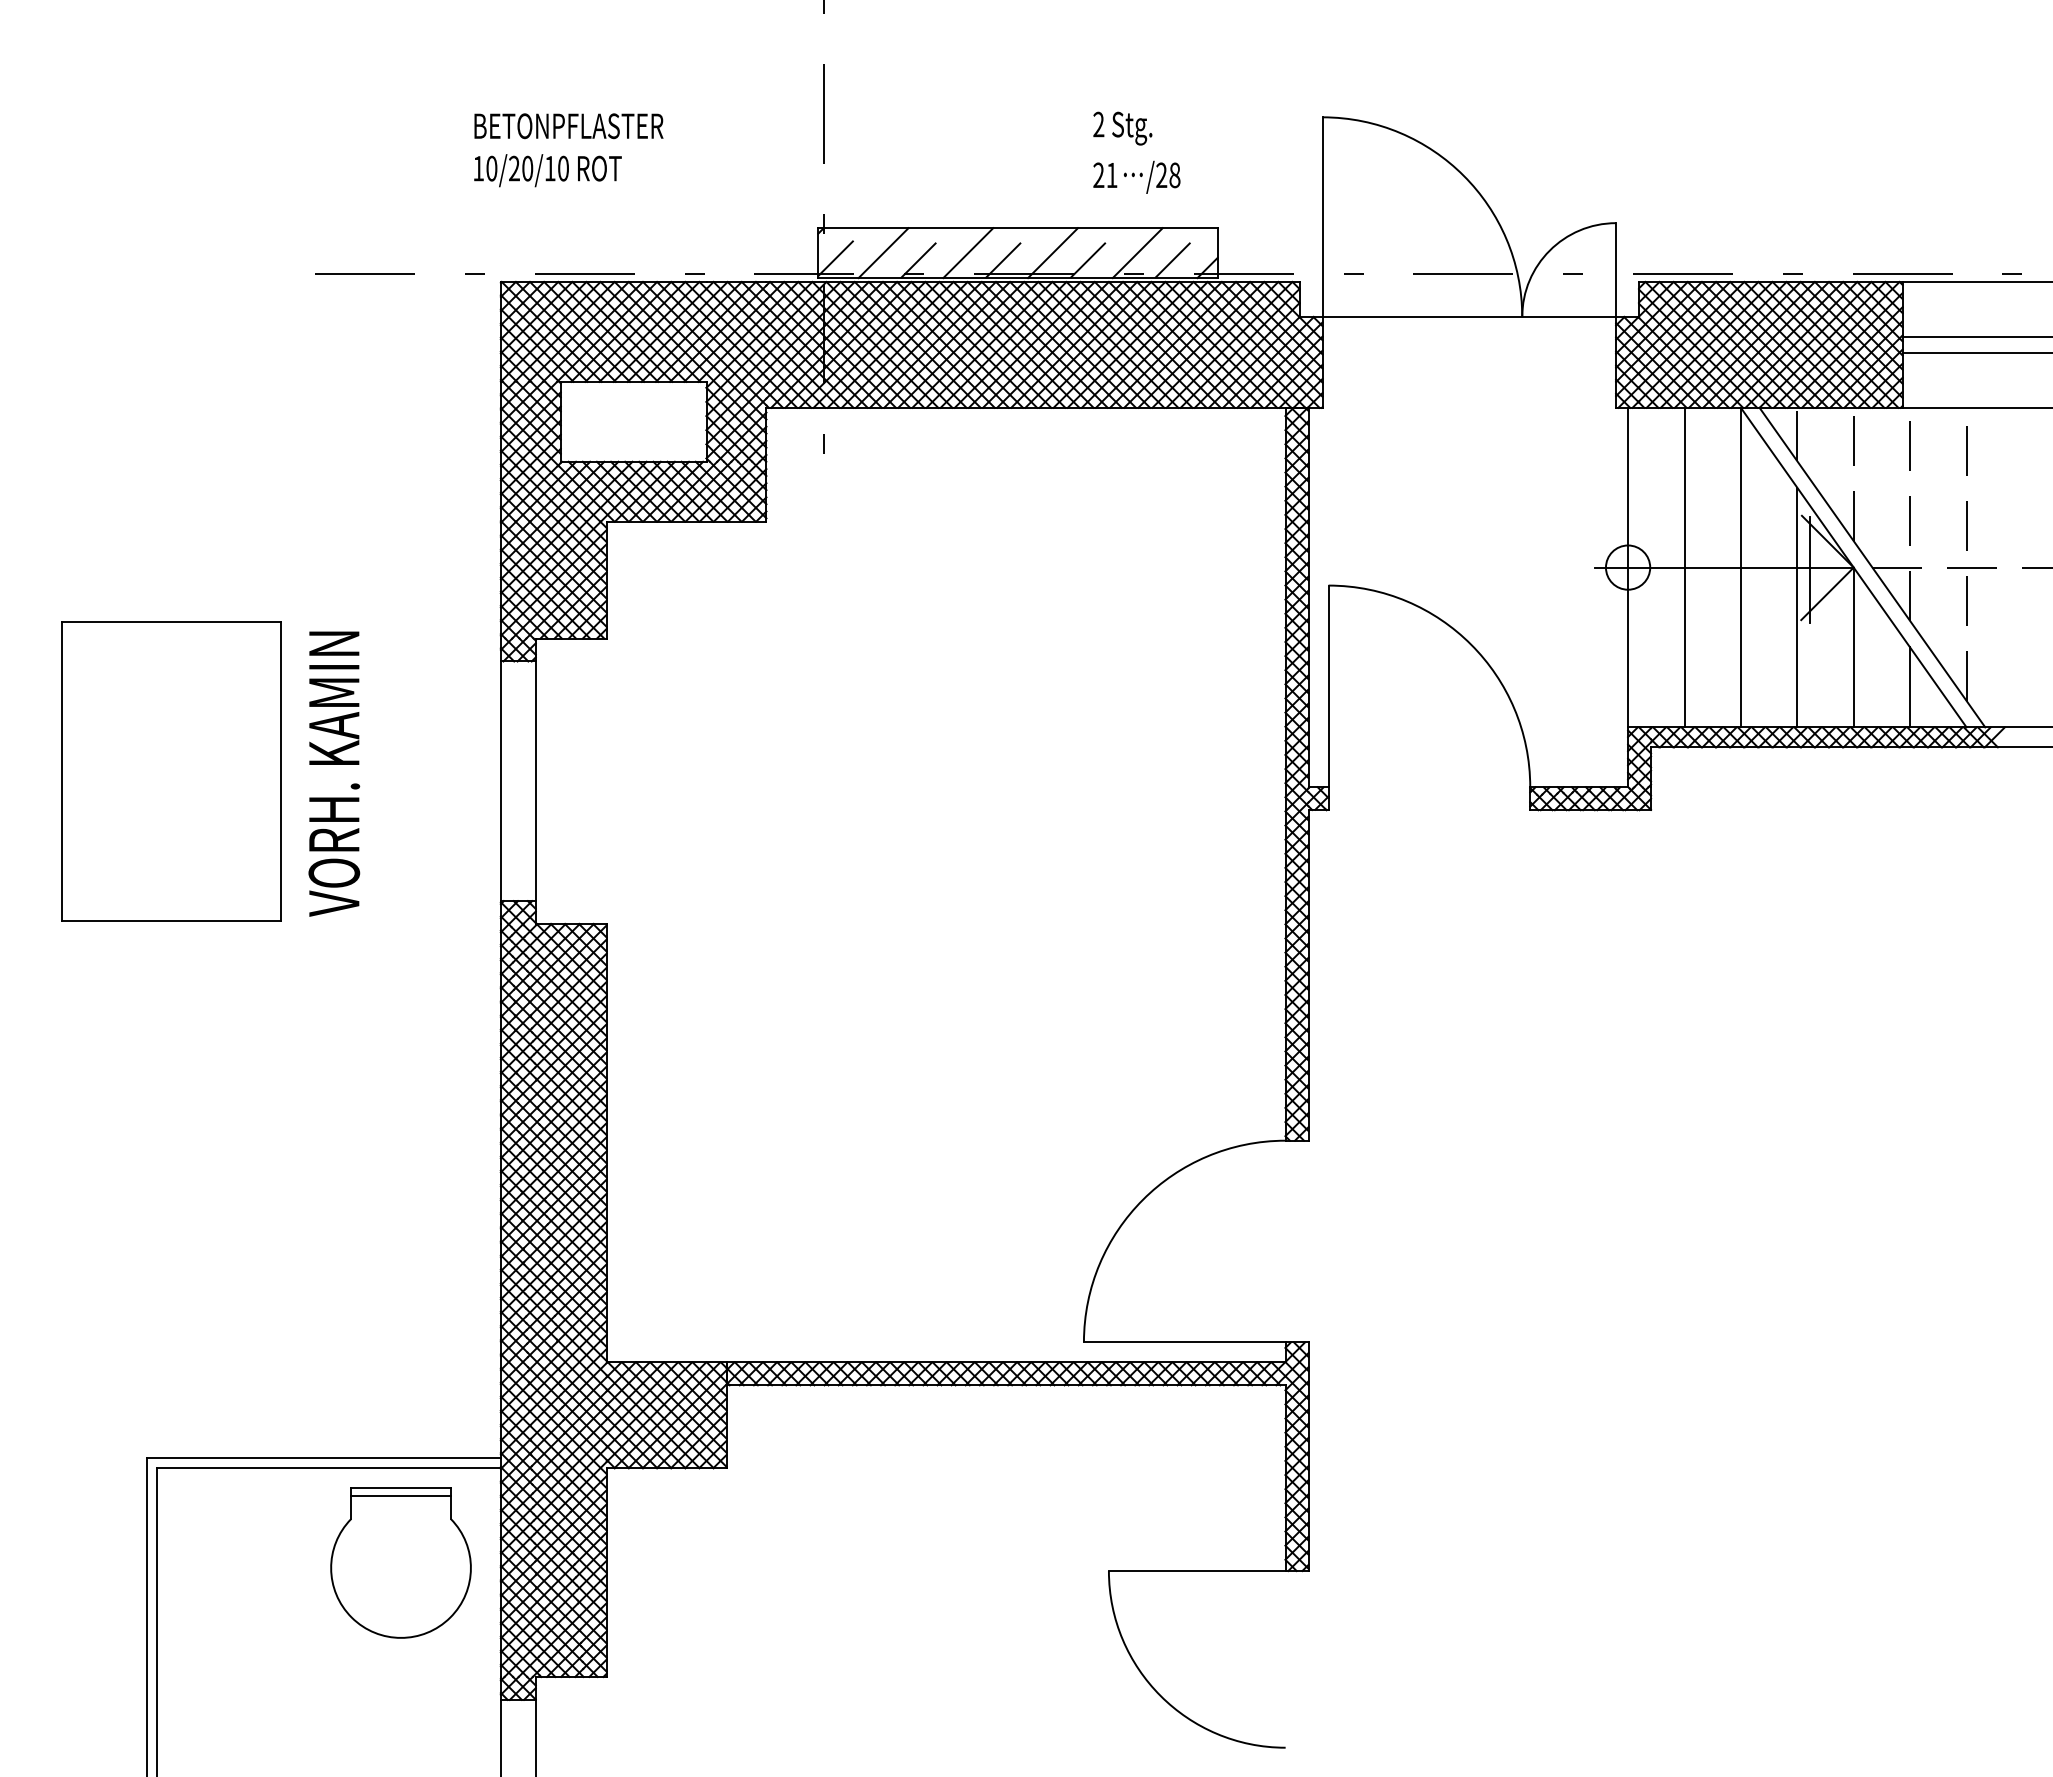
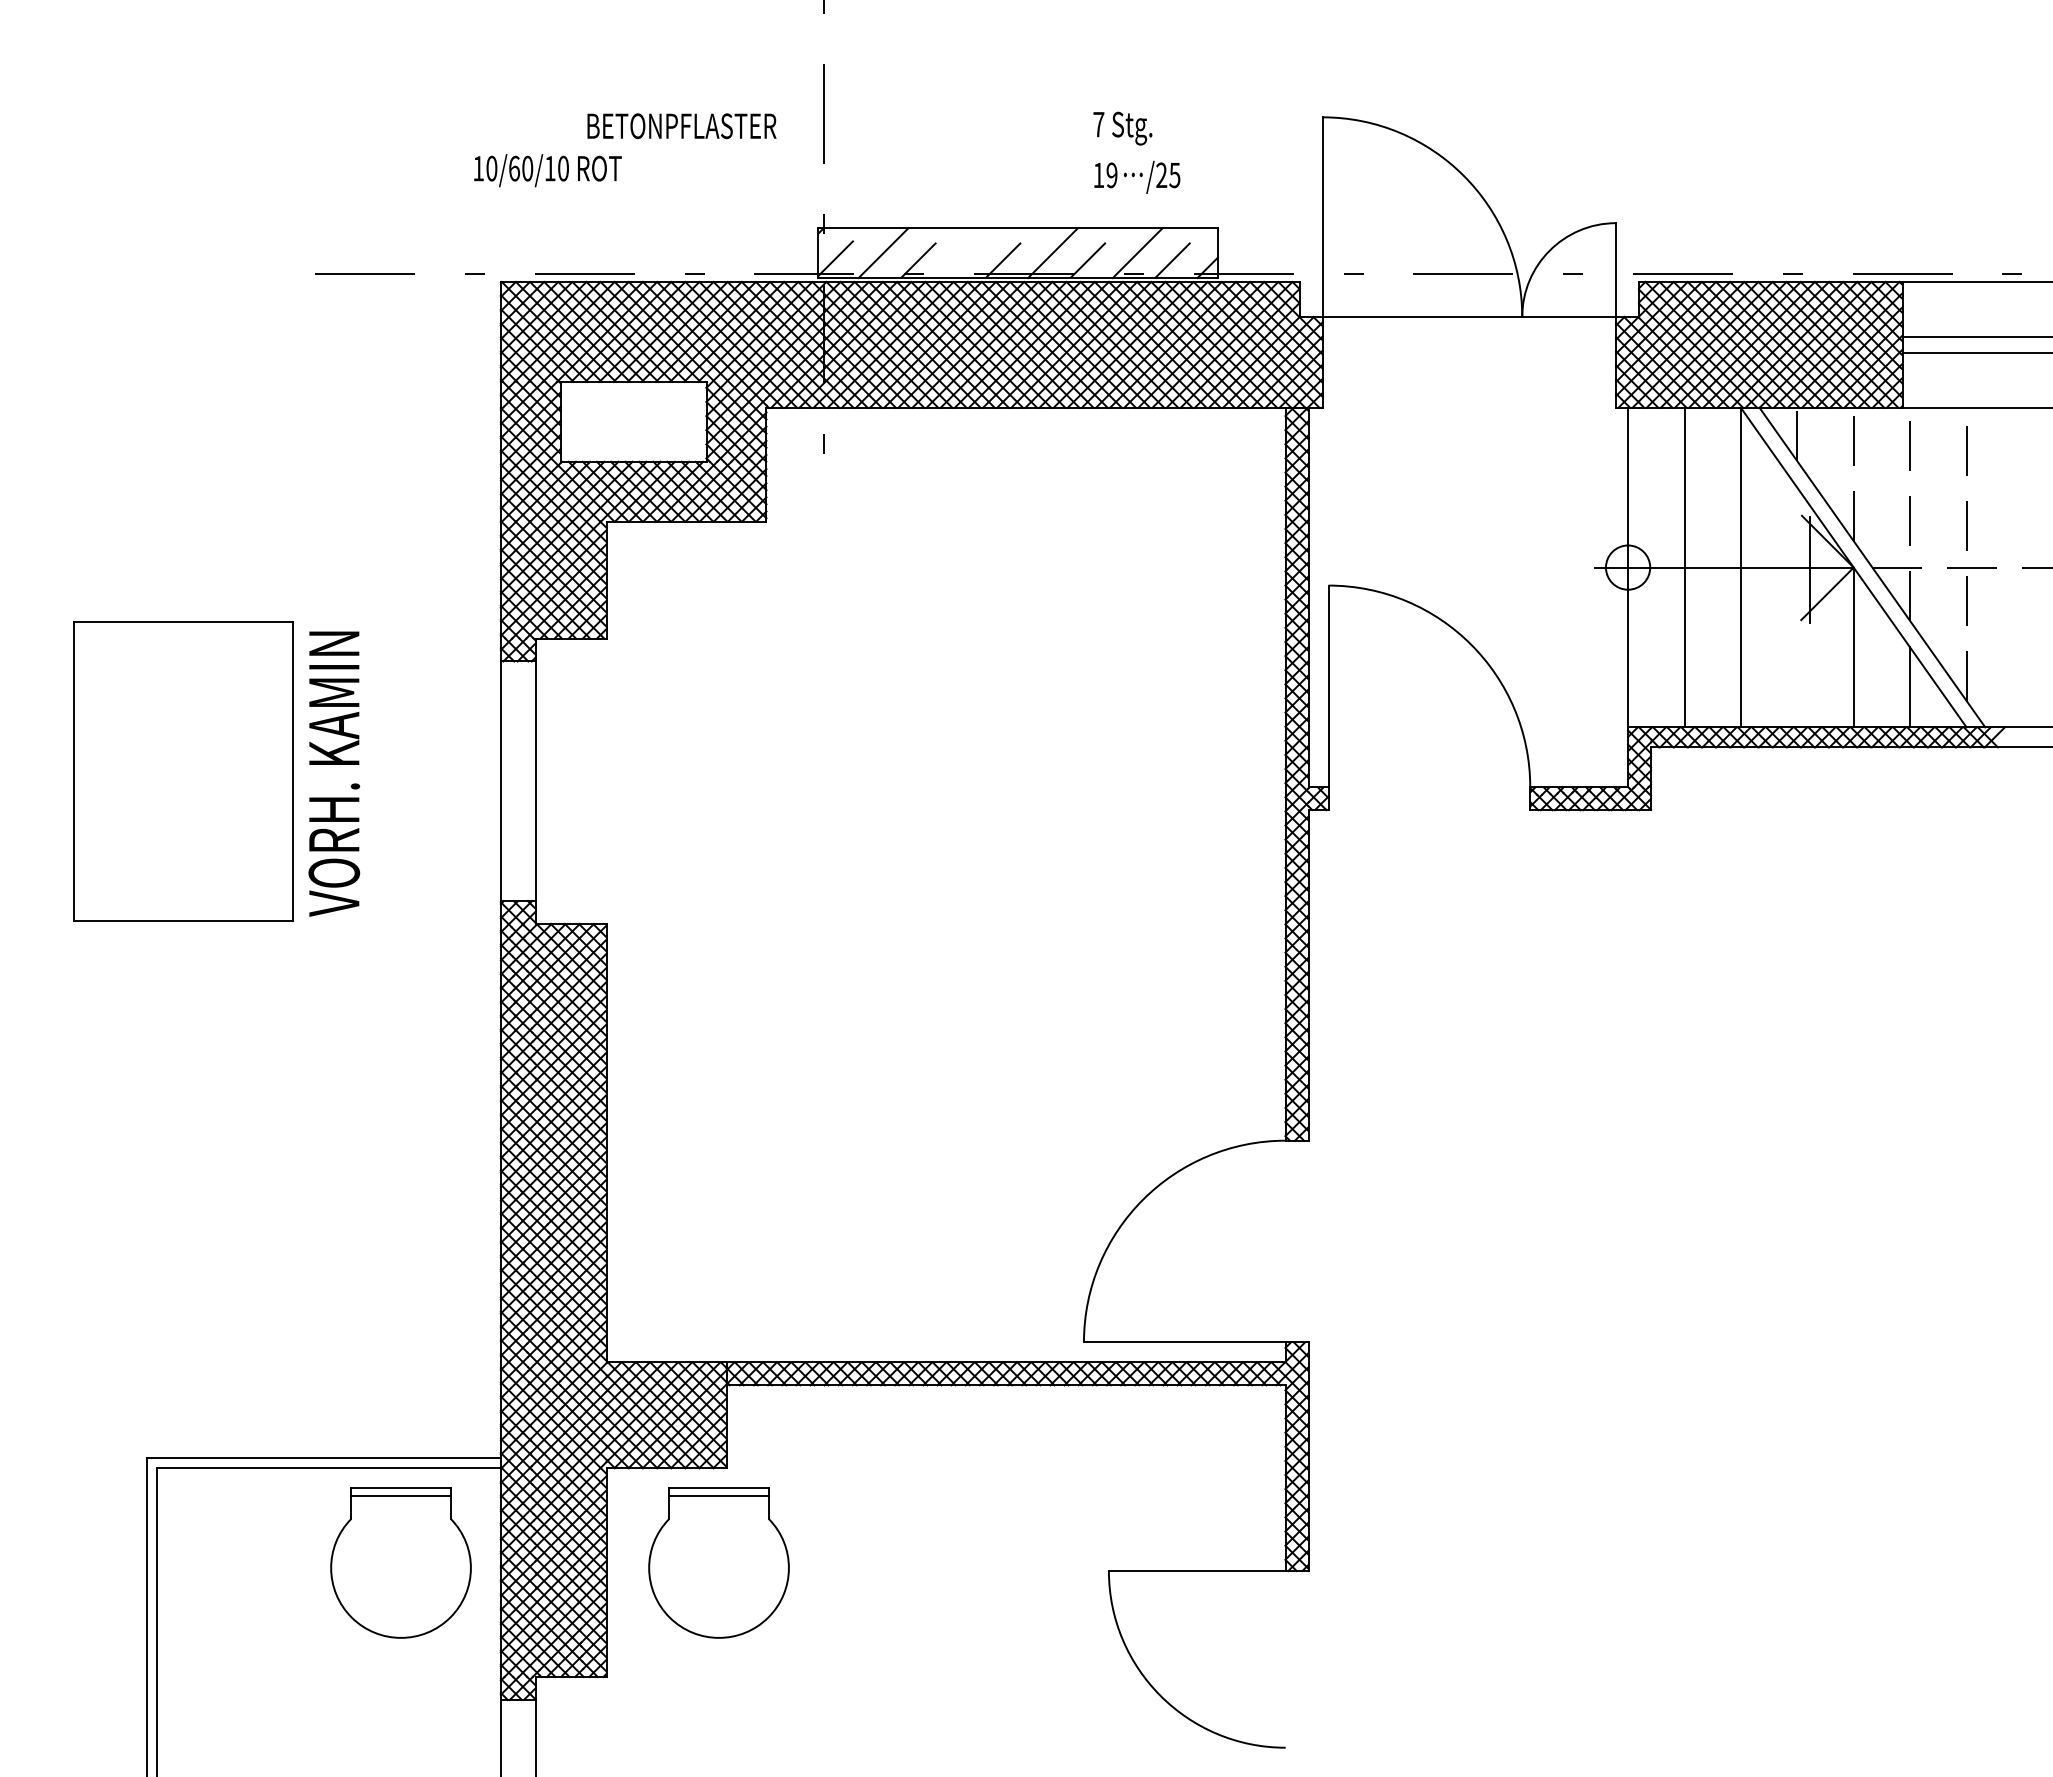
text at (1098, 124): 2 -> 7
text at (568, 126) position: (568, 126) -> (681, 126)
text at (514, 168): 10/20/10 -> 10/60/10
text at (1105, 175): 21 -> 19
text at (1174, 175): /28 -> /25
line at (968, 253): present -> none
line at (1797, 607): present -> none
part at (171, 771) position: (171, 771) -> (183, 771)
part at (718, 1562): none -> present
